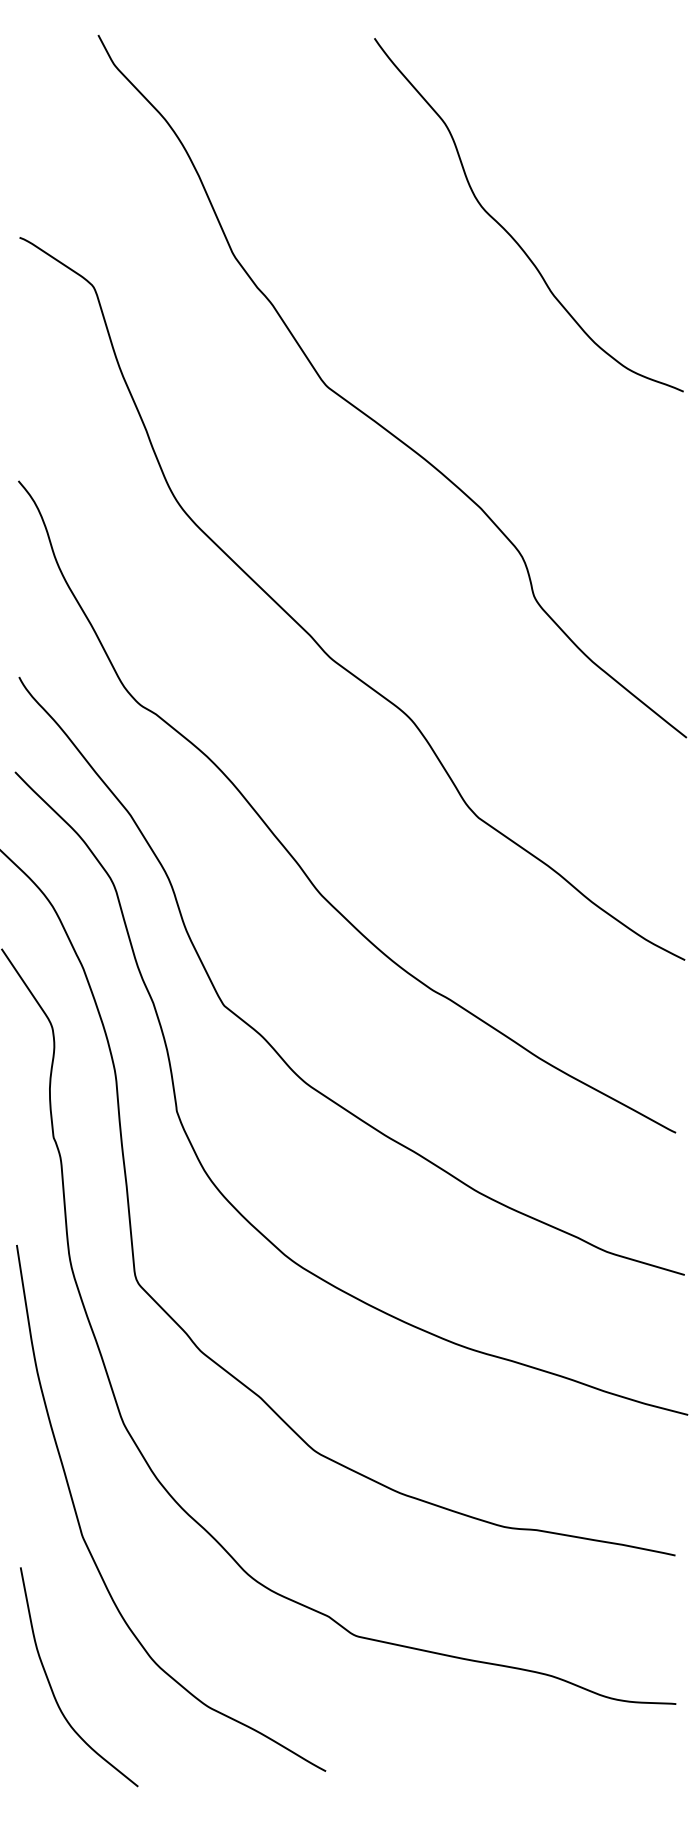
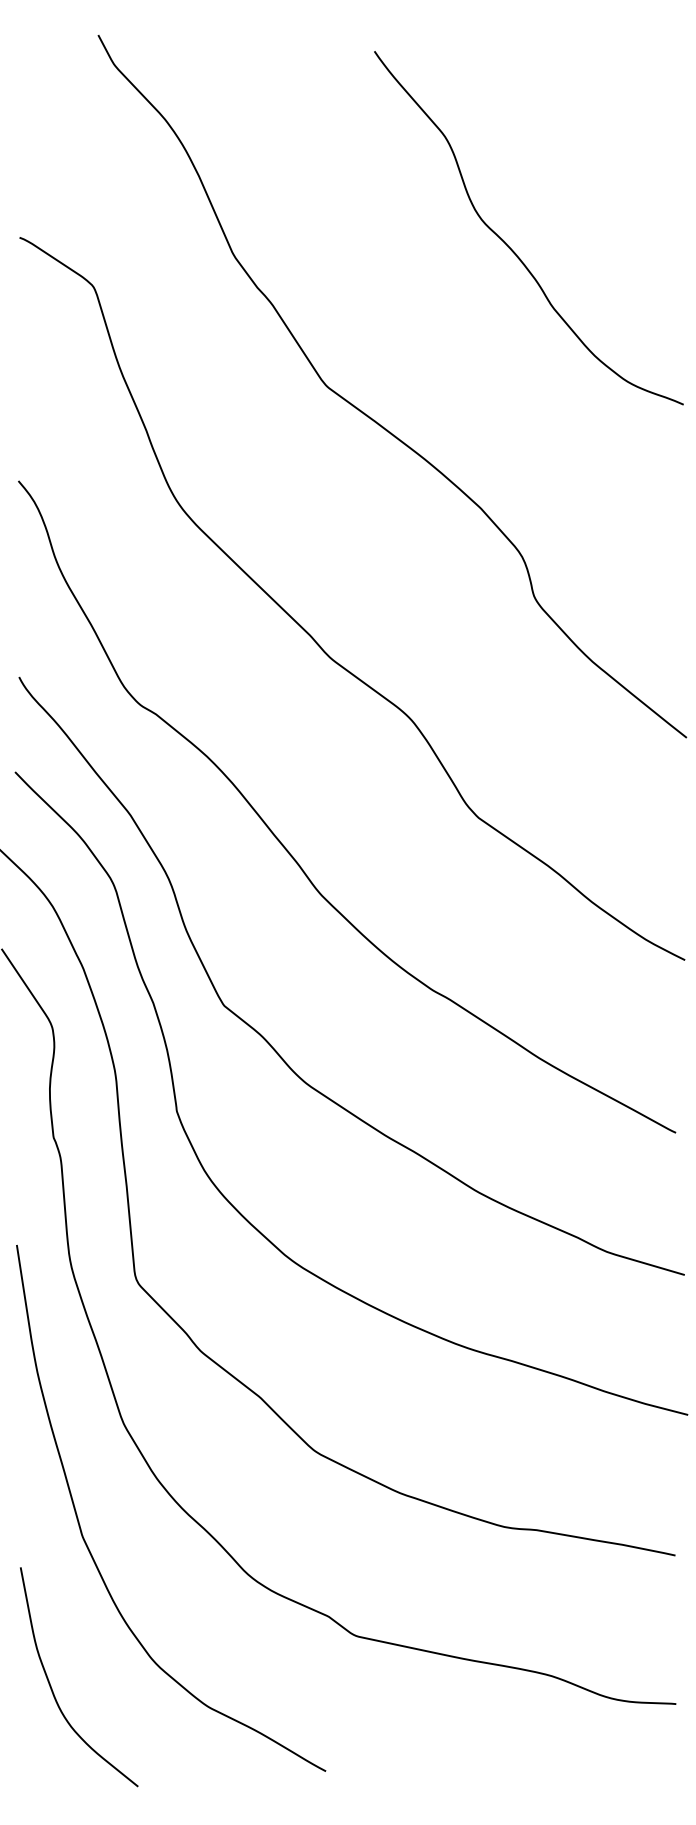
curve at (509, 233) position: (509, 233) -> (509, 246)
